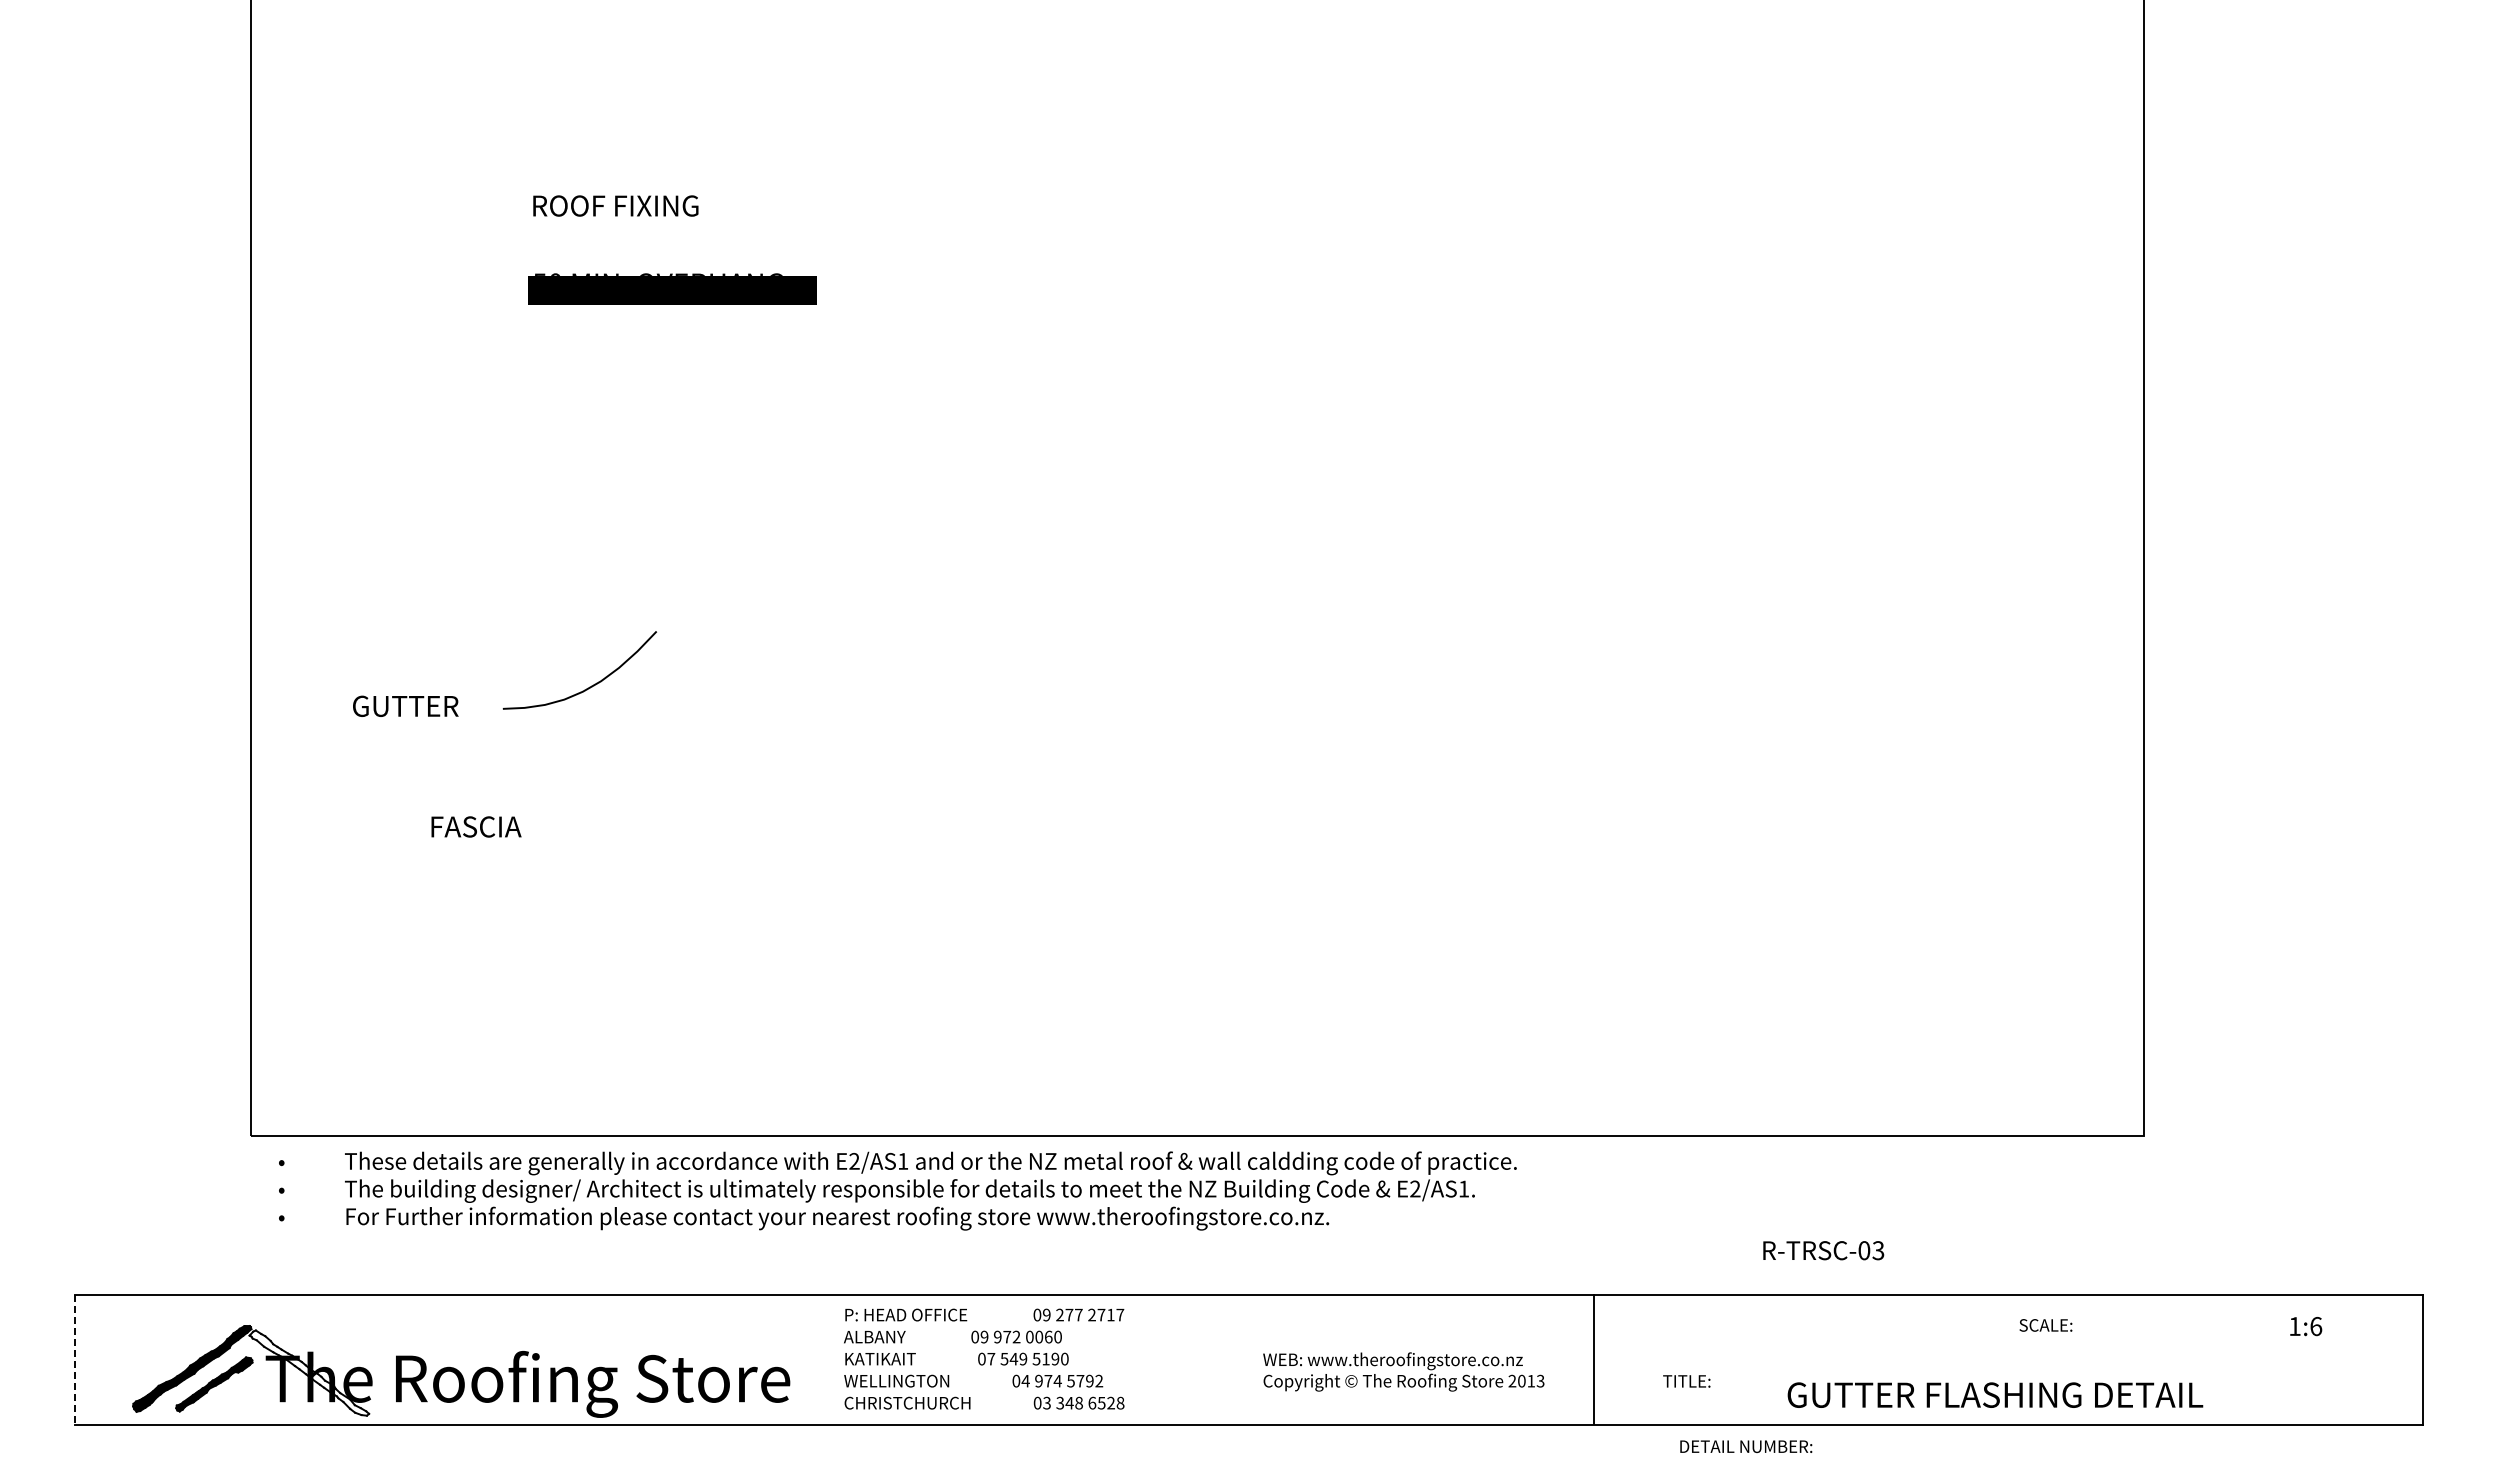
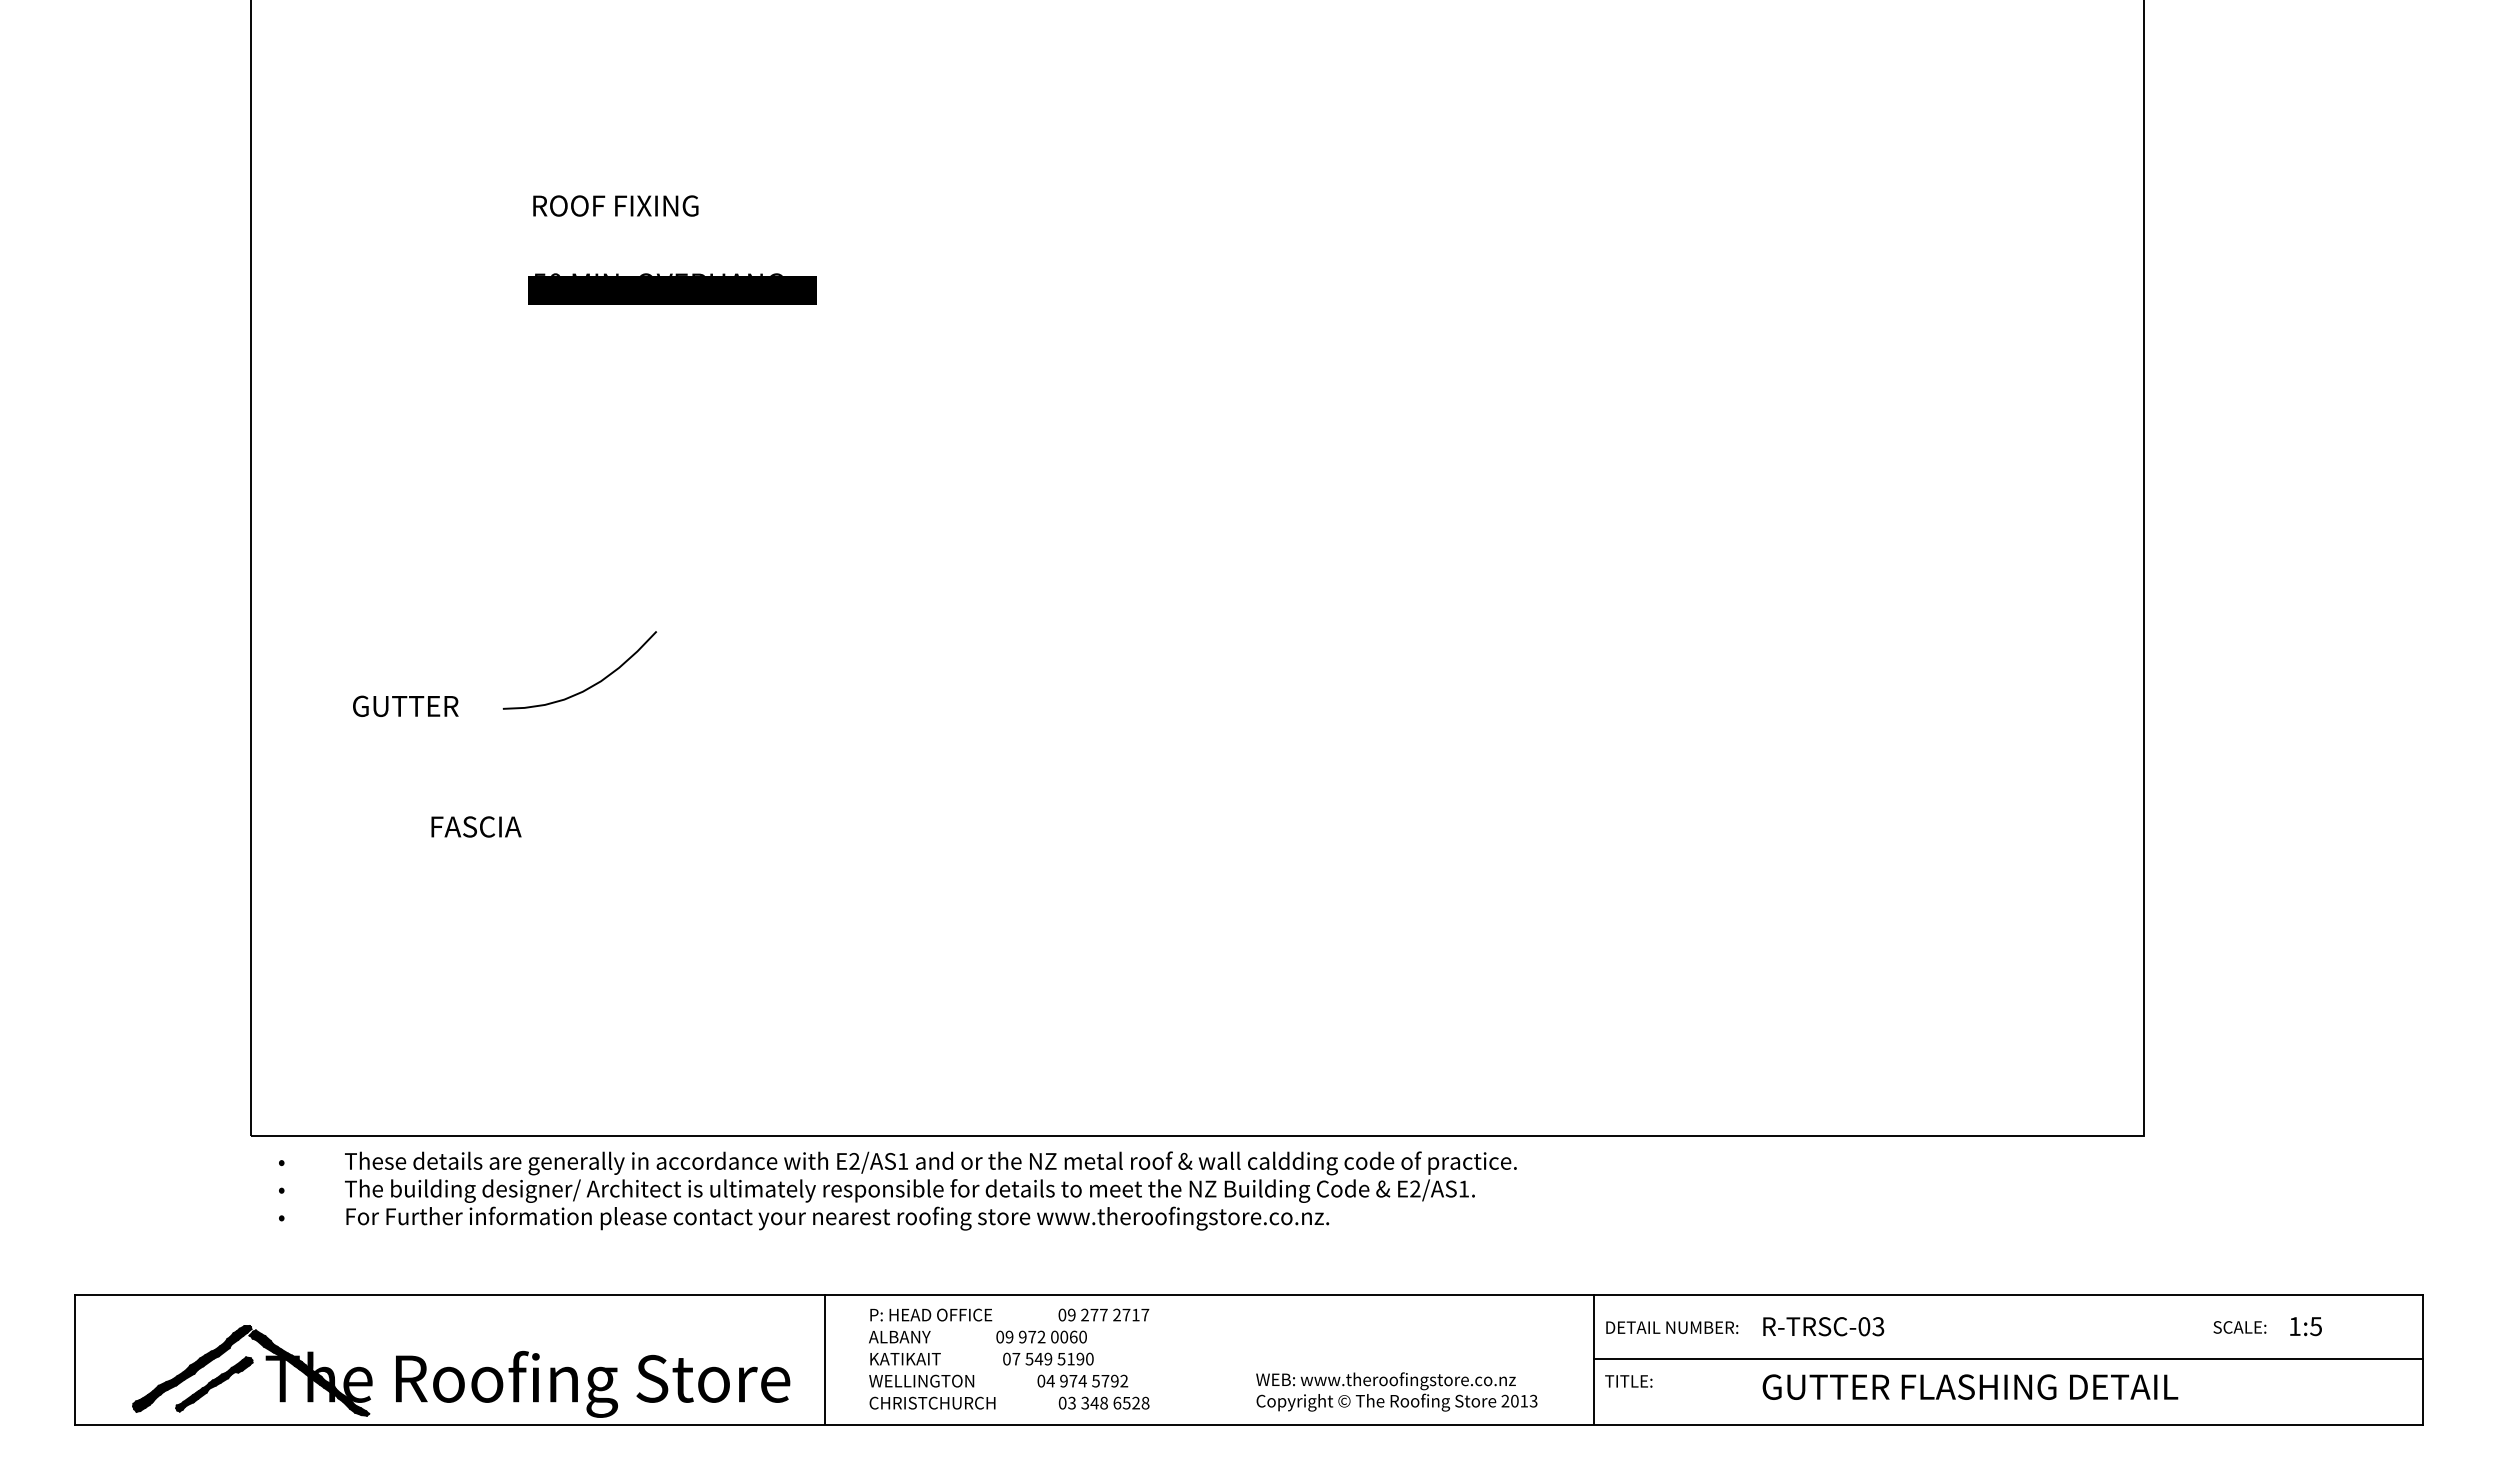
text at (1823, 1250) position: (1823, 1250) -> (1823, 1326)
text at (2045, 1325) position: (2045, 1325) -> (2239, 1327)
text at (2316, 1326): 1:6 -> 1:5
text at (984, 1358) position: (984, 1358) -> (1009, 1358)
line at (824, 1359): none -> present
line at (2008, 1359): none -> present
line at (74, 1360): dashed -> solid
text at (1403, 1371) position: (1403, 1371) -> (1396, 1391)
fill at (309, 1372): none -> present
text at (1686, 1381) position: (1686, 1381) -> (1628, 1381)
text at (1995, 1394) position: (1995, 1394) -> (1970, 1386)
text at (1746, 1446) position: (1746, 1446) -> (1672, 1327)
